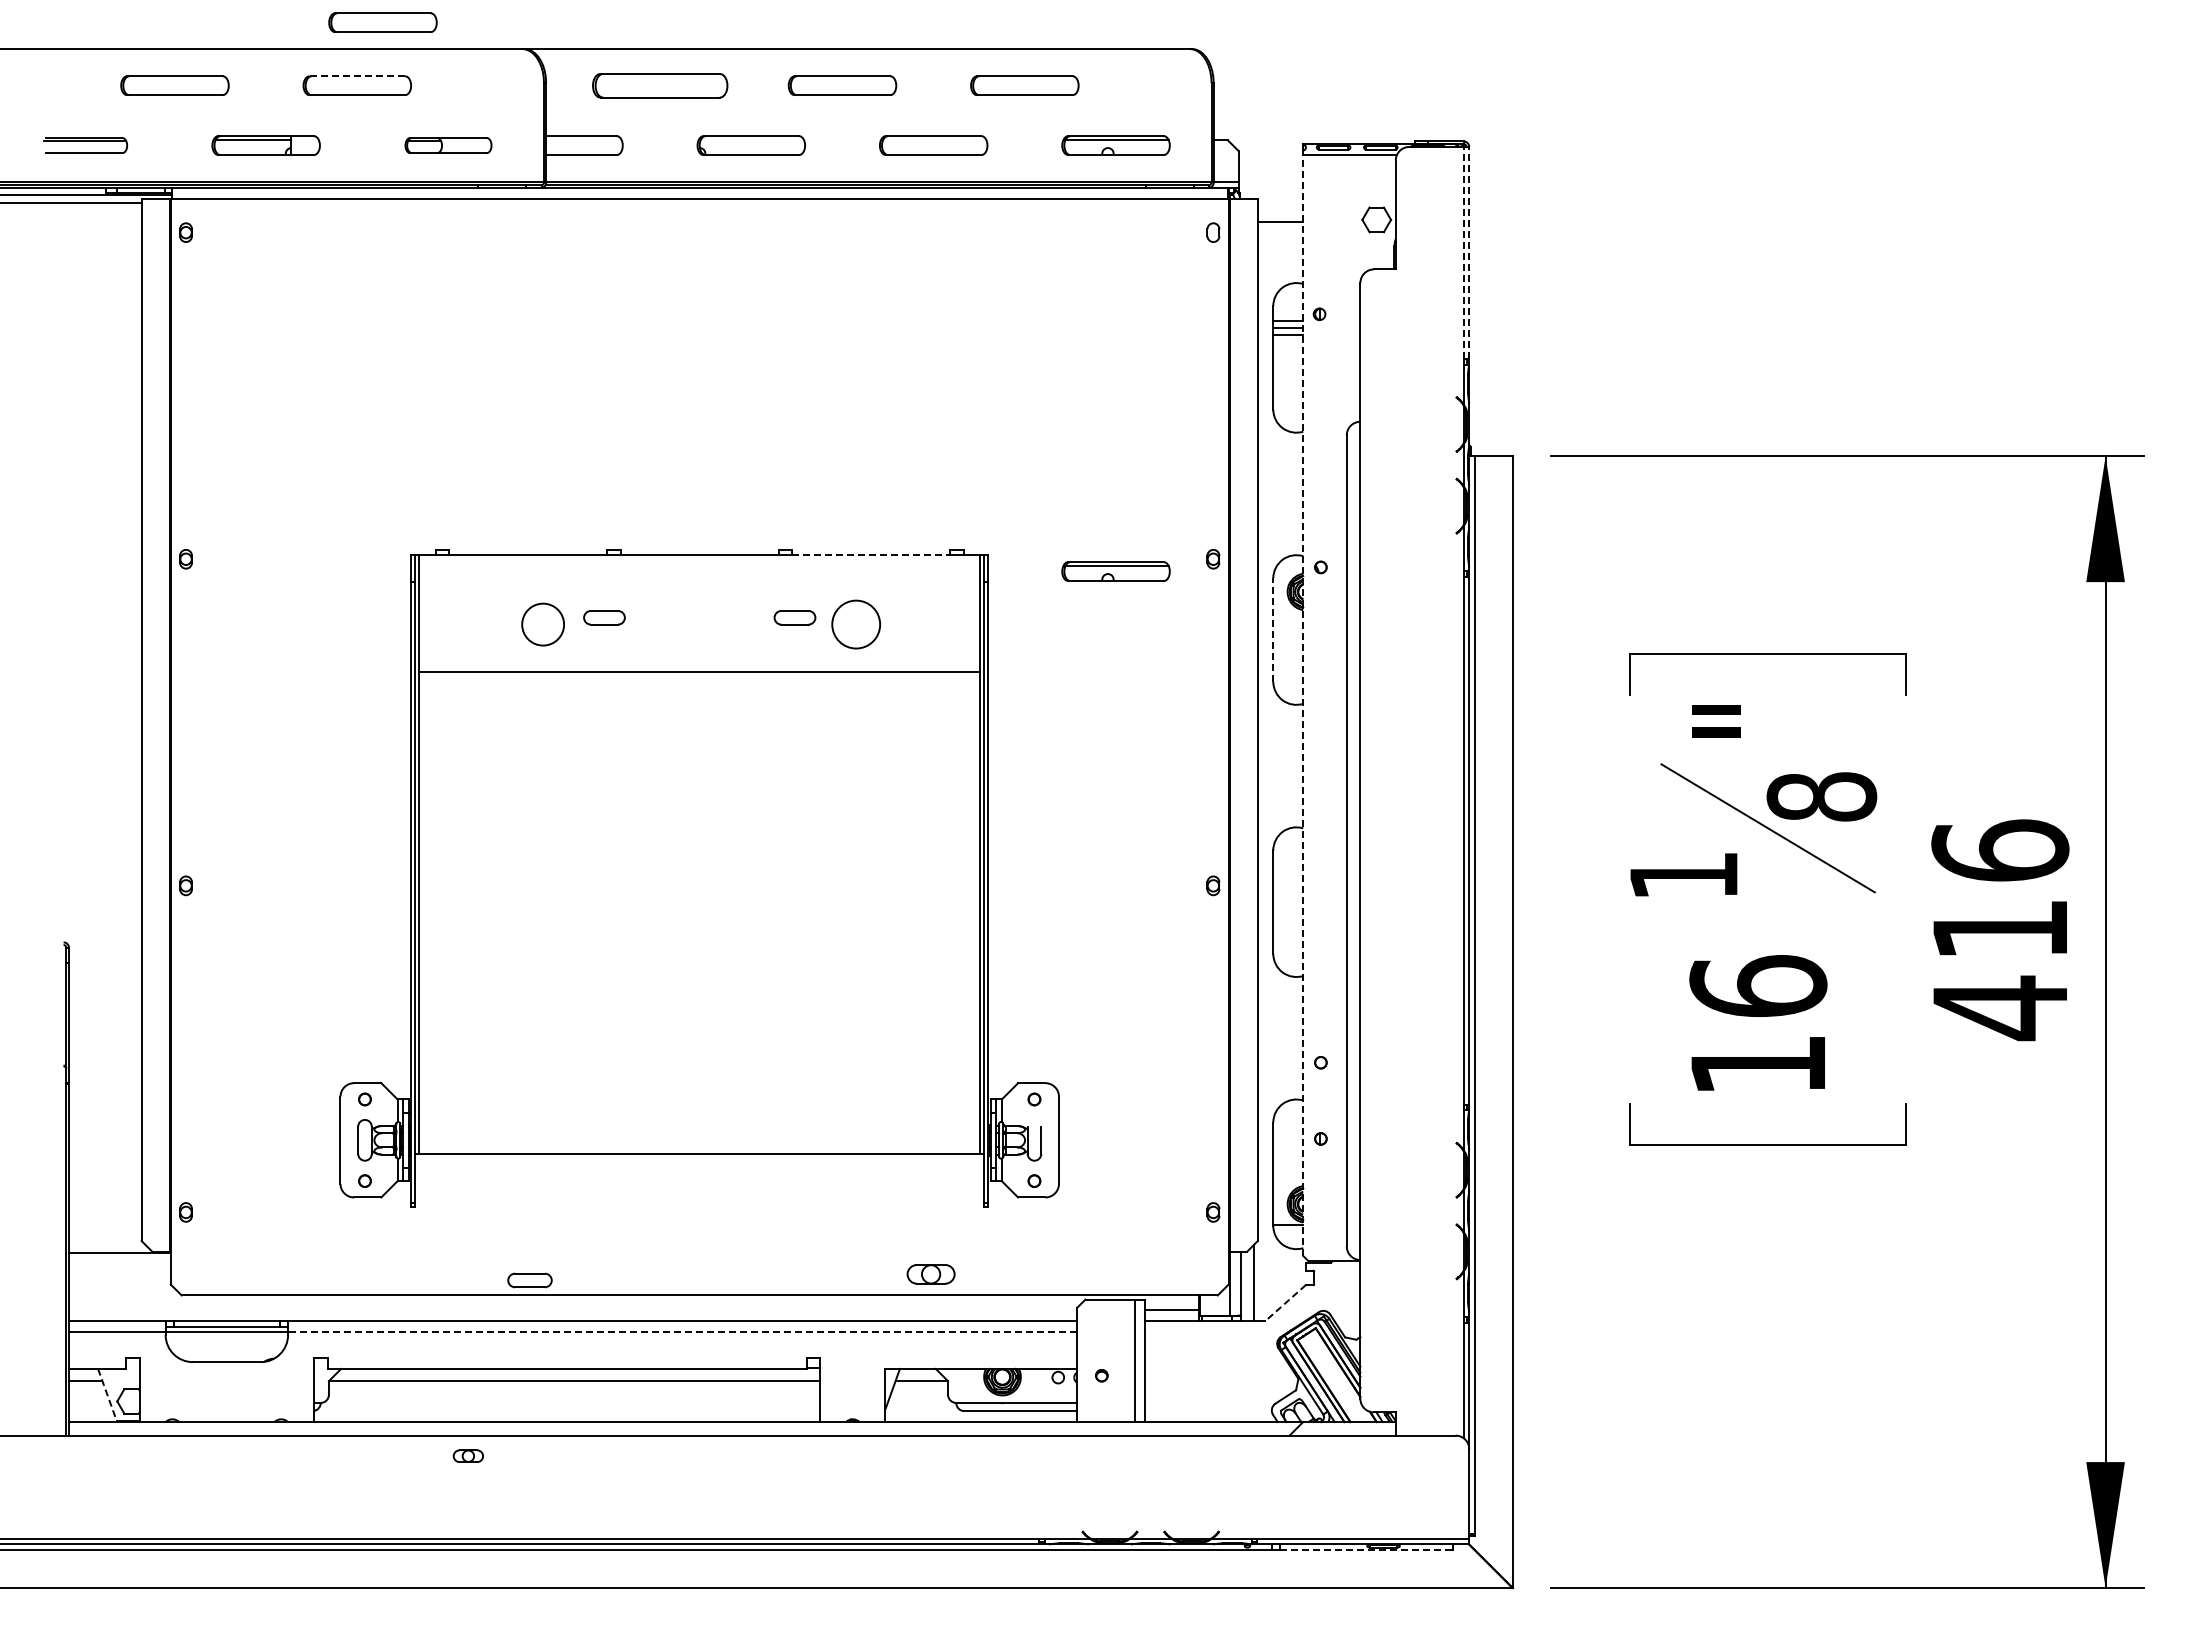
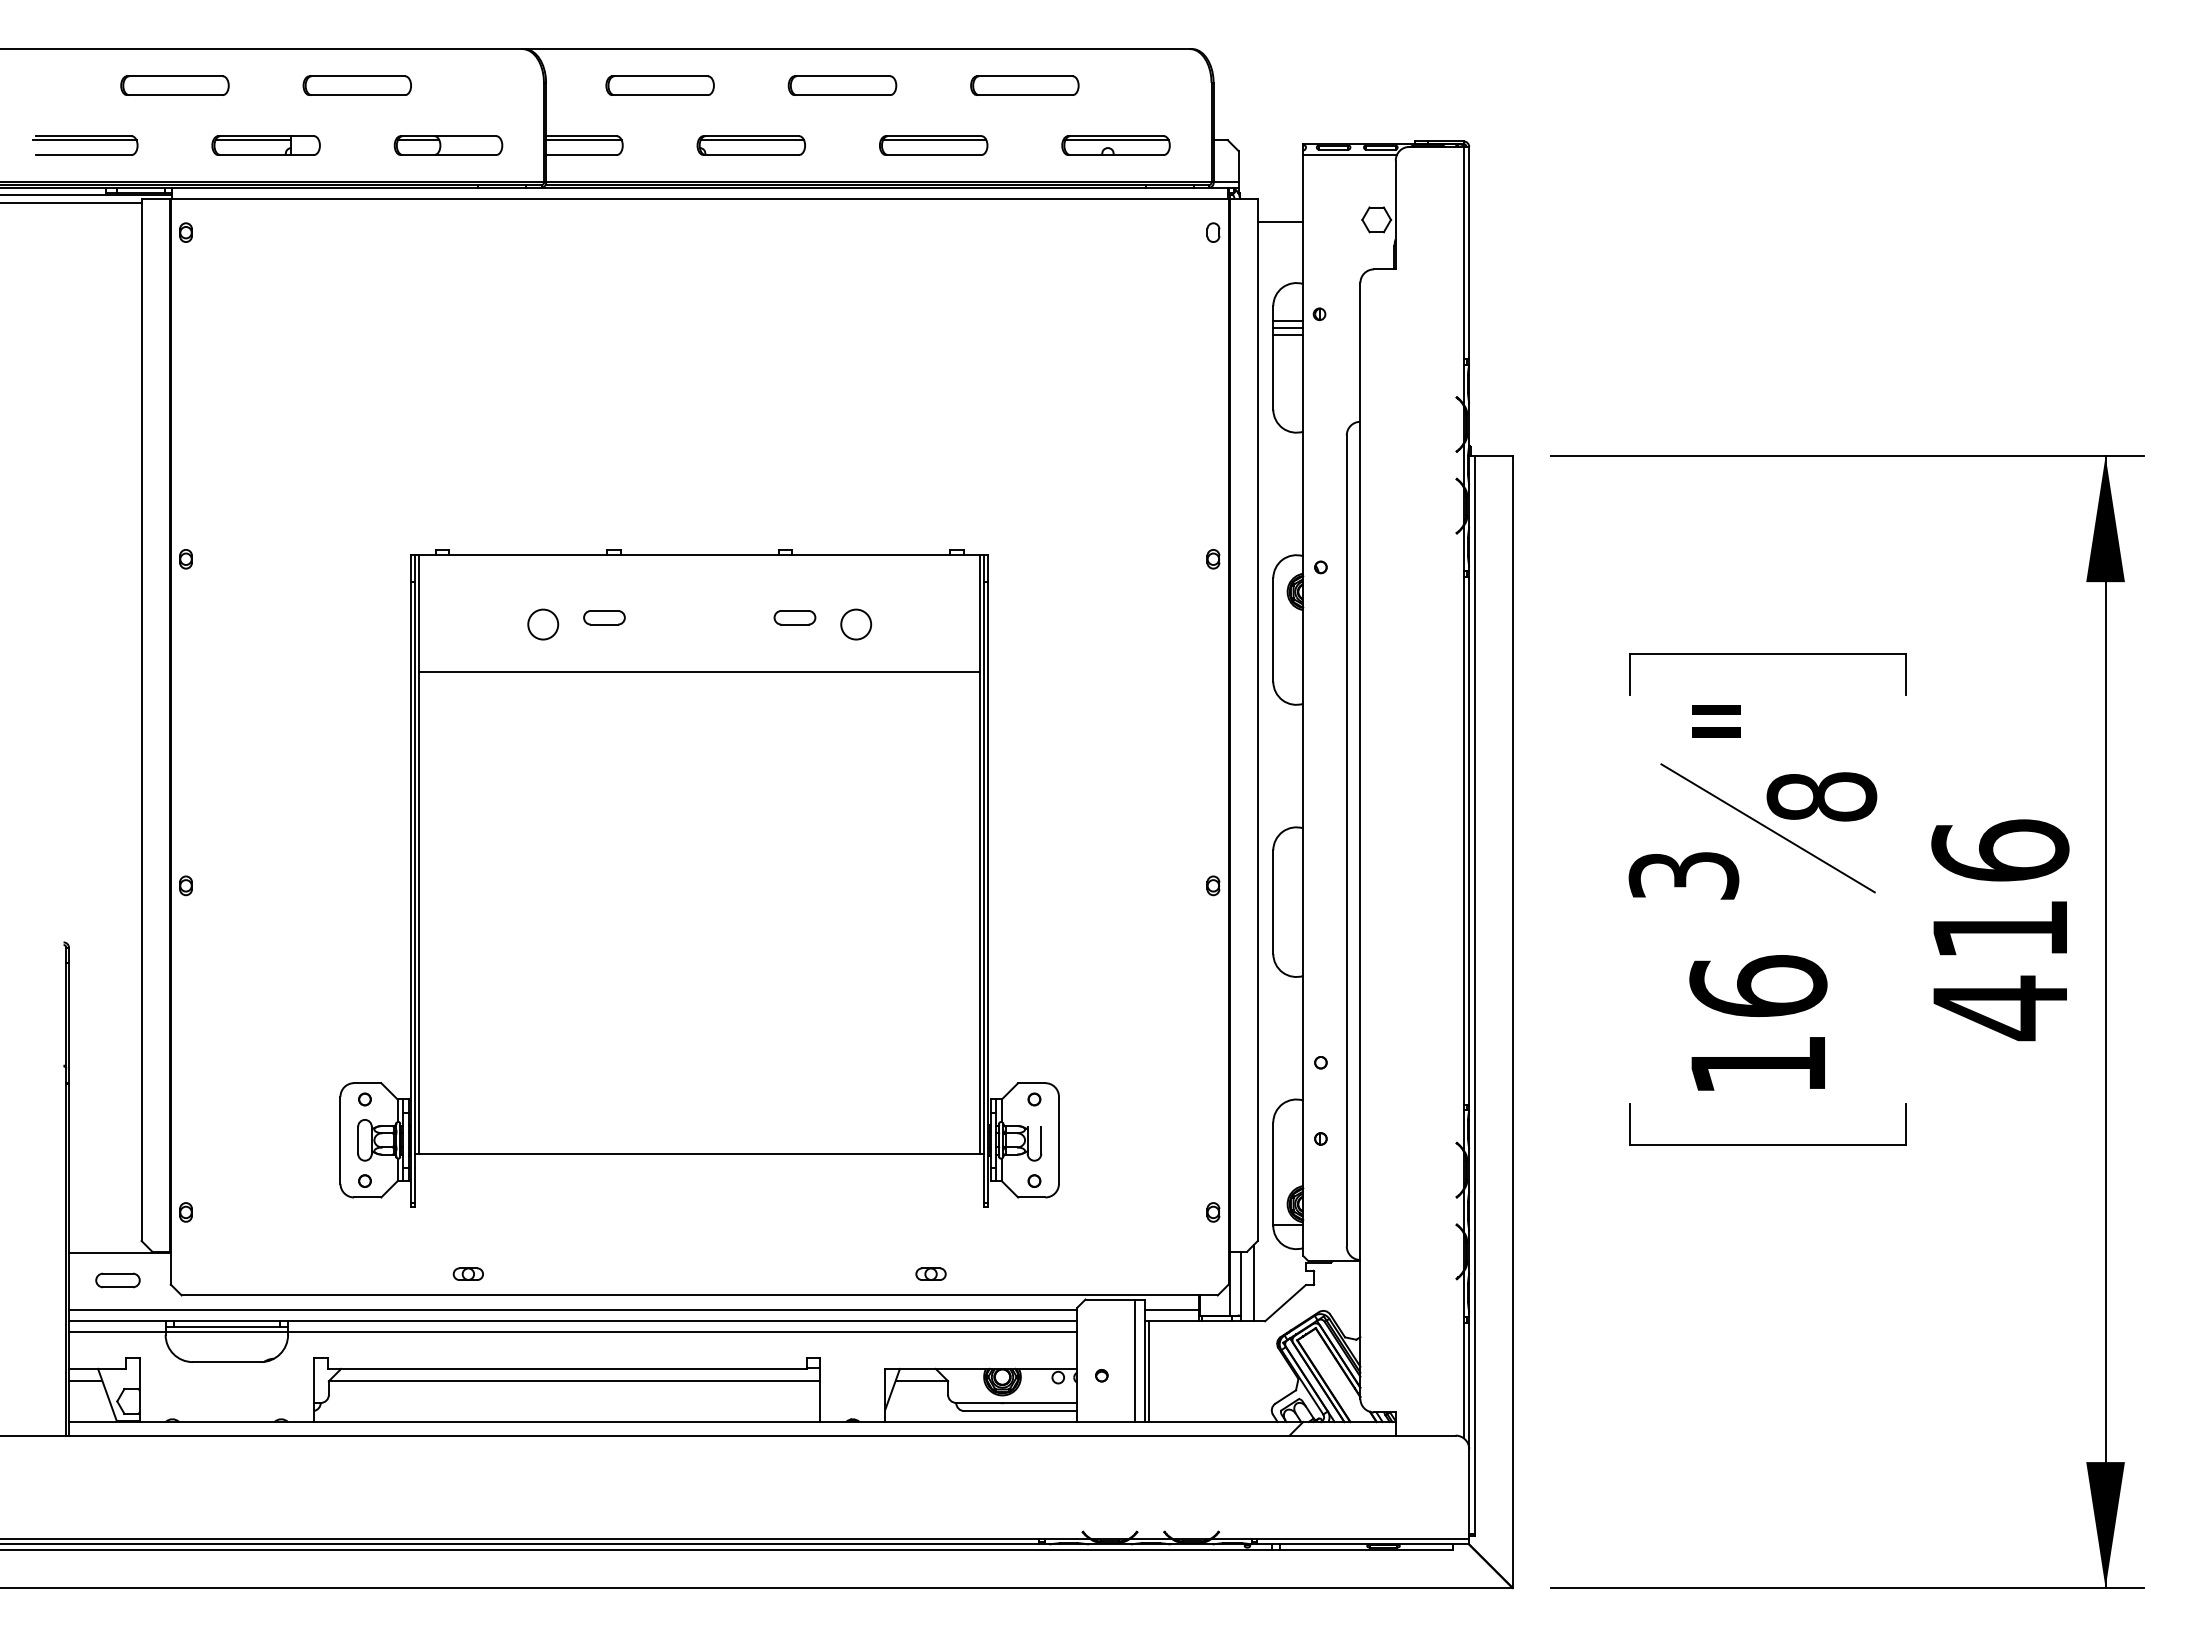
part at (382, 22): present -> none
line at (357, 76): dashed -> solid
part at (660, 85) size: 137x26 px -> 110x21 px
line at (583, 140): none -> present
line at (752, 140): none -> present
line at (934, 140): none -> present
part at (85, 145) size: 85x17 px -> 107x21 px
part at (448, 145) size: 89x17 px -> 111x21 px
line at (1463, 252): dashed -> solid
line at (1469, 252): dashed -> solid
line at (871, 555): dashed -> solid
part at (1115, 571): present -> none
circle at (542, 624) size: 44x45 px -> 33x33 px
circle at (856, 624) diameter: 48 px -> 30 px
line at (1273, 630): dashed -> solid
line at (1303, 705): dashed -> solid
text at (1683, 875): 1 -> 3
part at (930, 1274) size: 50x21 px -> 32x14 px
part at (529, 1280) position: (529, 1280) -> (117, 1280)
line at (1285, 1303): dashed -> solid
line at (573, 1310): none -> present
line at (682, 1332): dashed -> solid
line at (1149, 1371): none -> present
line at (107, 1395): dashed -> solid
part at (467, 1455) position: (467, 1455) -> (467, 1273)
line at (1367, 1549): dashed -> solid
